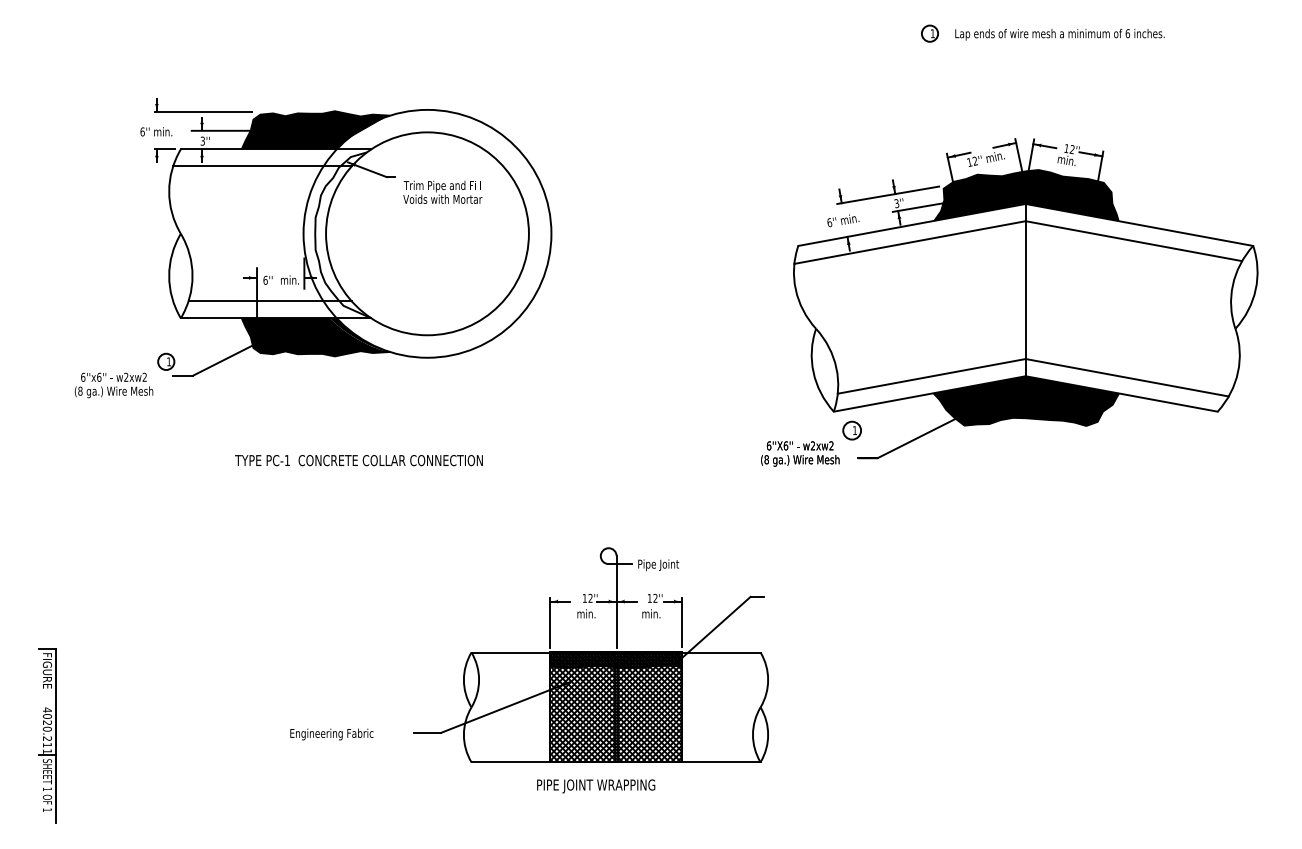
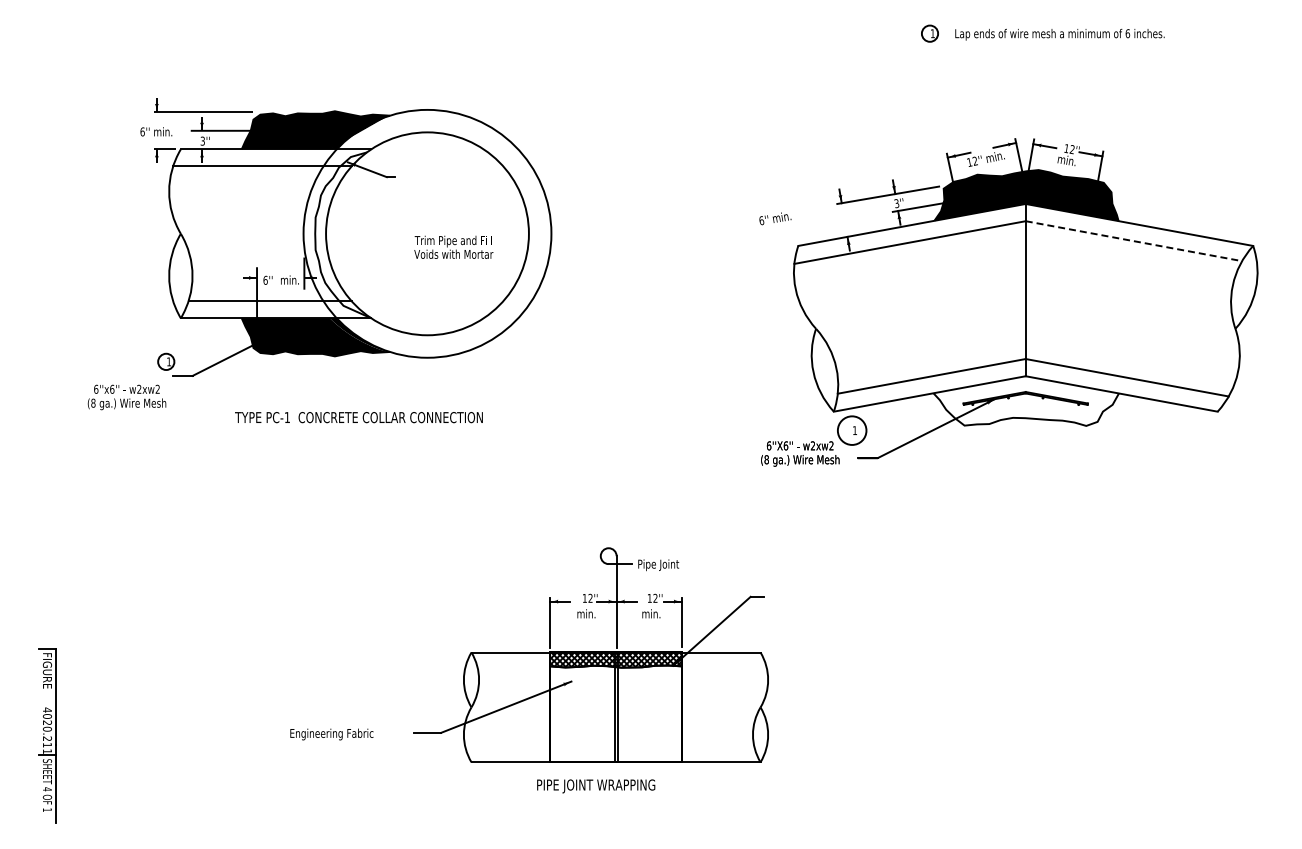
text at (442, 191) position: (442, 191) -> (453, 246)
text at (843, 220) position: (843, 220) -> (775, 218)
line at (1134, 241): solid -> dashed
text at (113, 385) position: (113, 385) -> (126, 397)
fill at (1025, 400): present -> none
circle at (852, 430) diameter: 18 px -> 29 px
text at (358, 460) position: (358, 460) -> (358, 417)
hatch at (615, 707): present -> none
text at (47, 789): 1 -> 4
